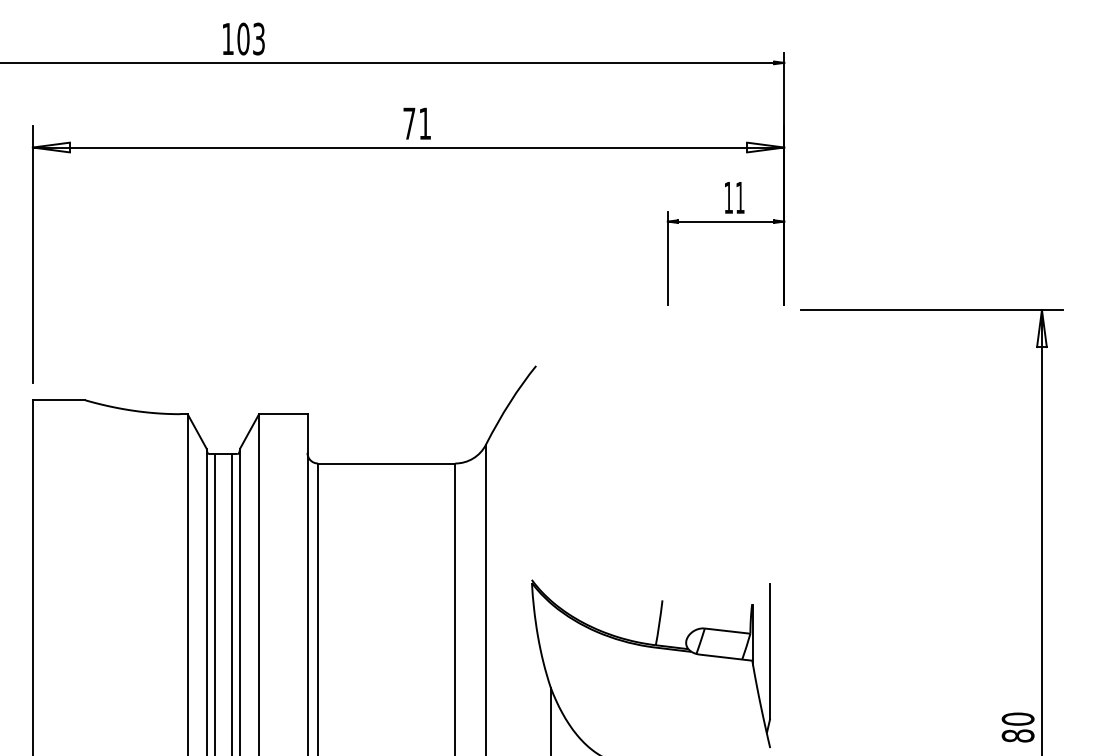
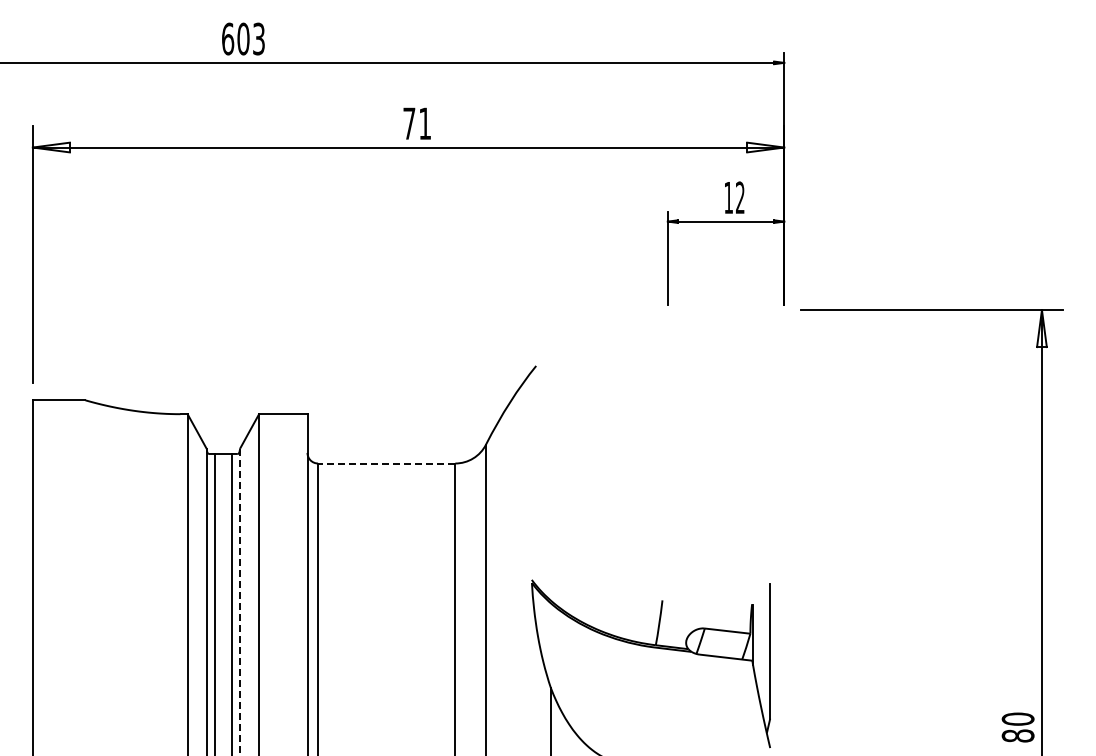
text at (228, 38): 103 -> 603
text at (740, 197): 11 -> 12
line at (386, 463): solid -> dashed
line at (239, 602): solid -> dashed
